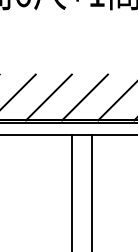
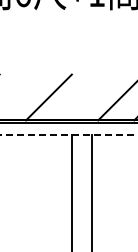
line at (18, 91): present -> none
line at (84, 97): present -> none
line at (69, 135): solid -> dashed
